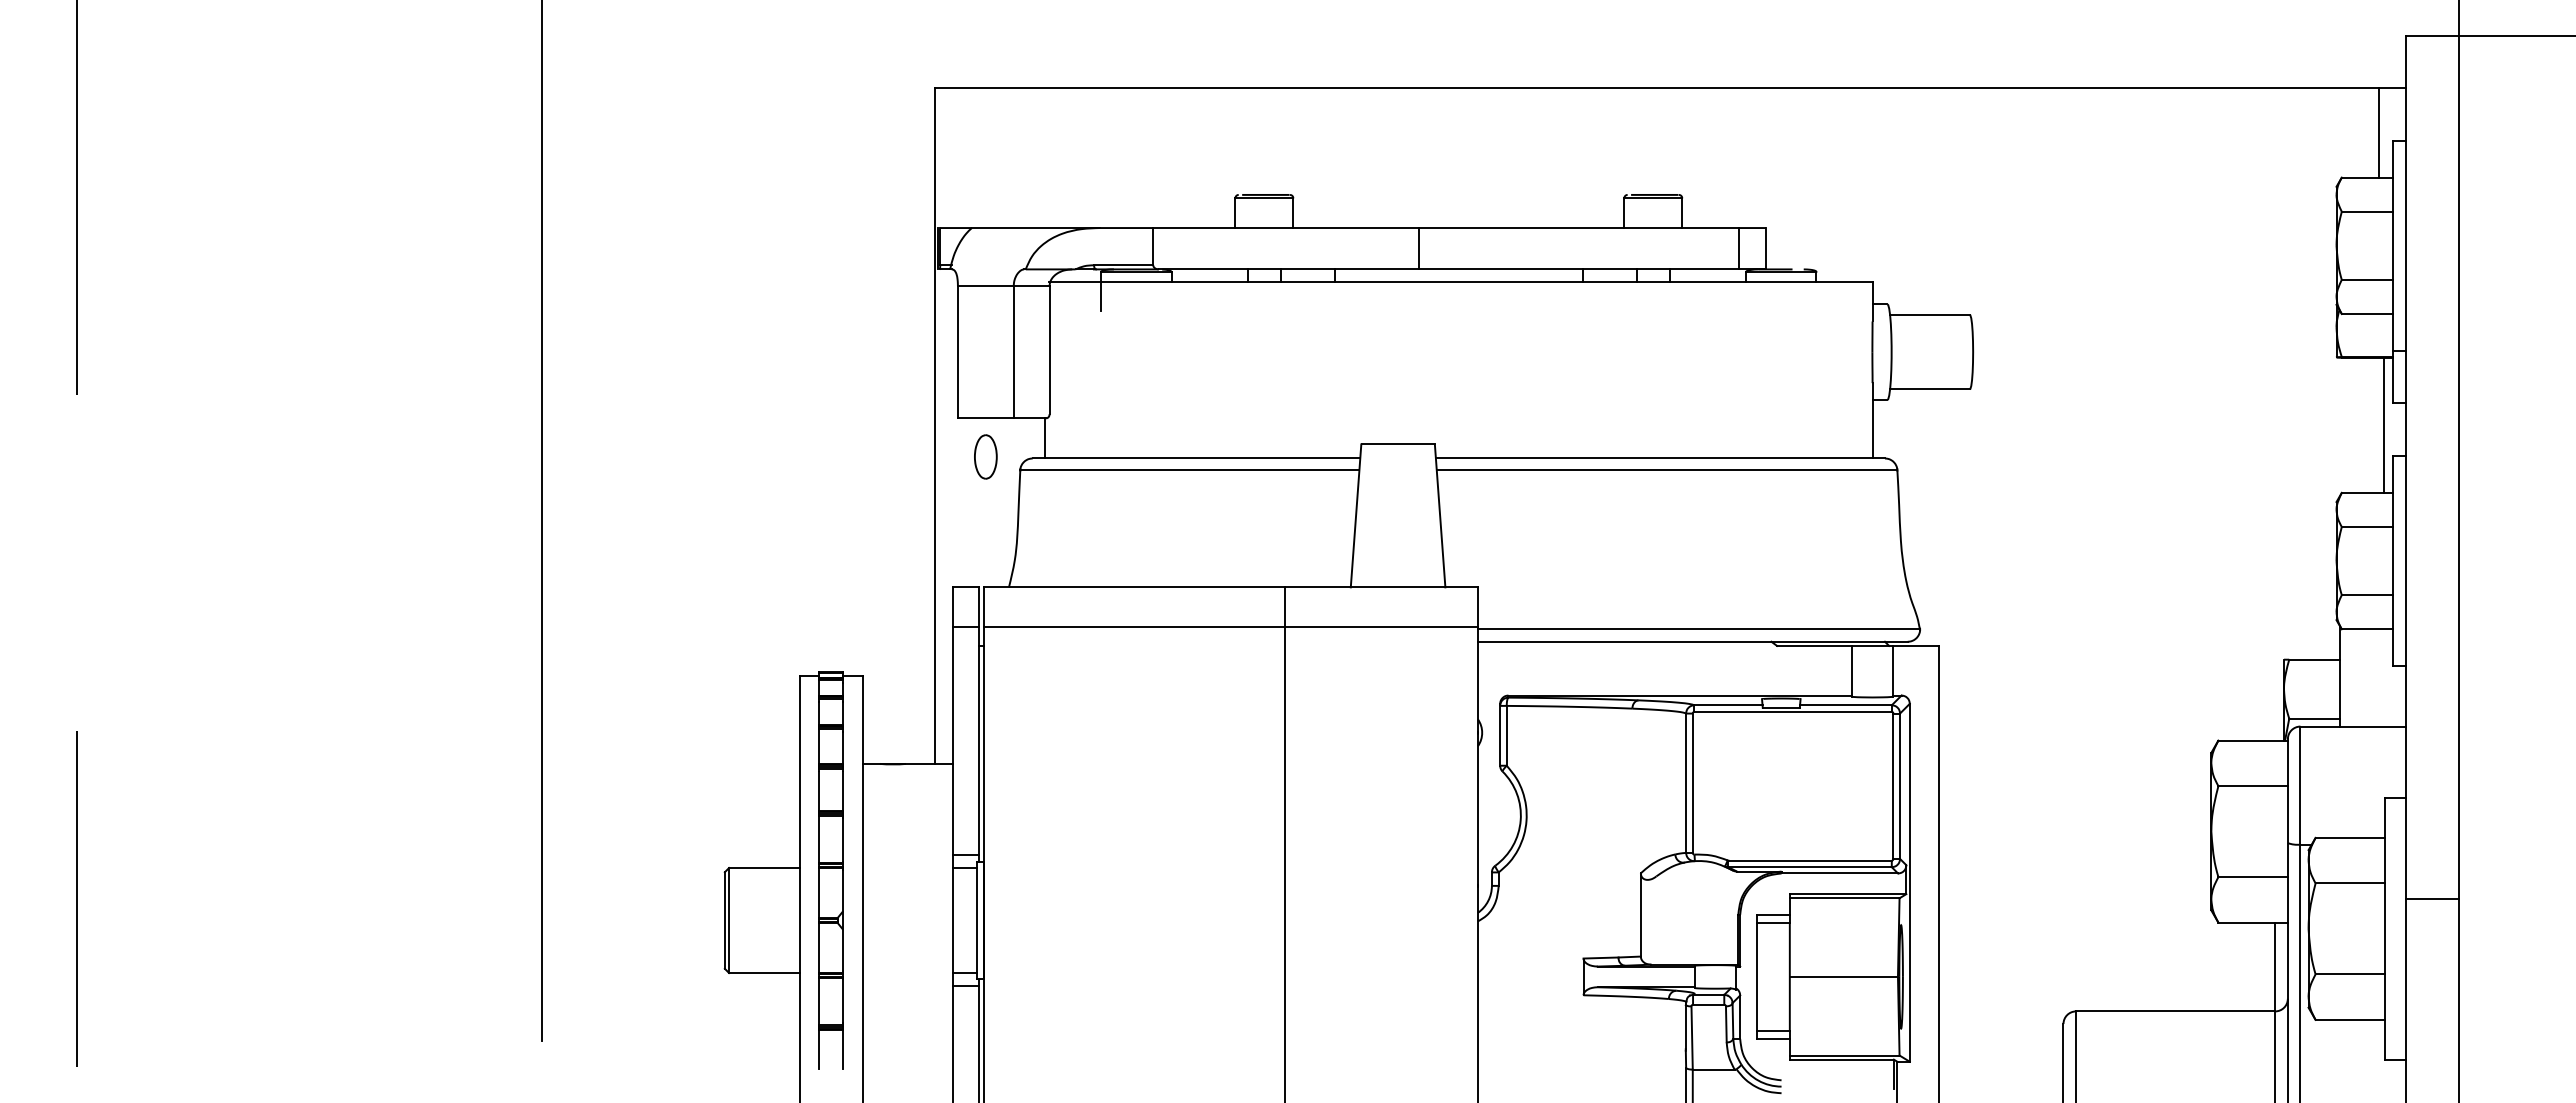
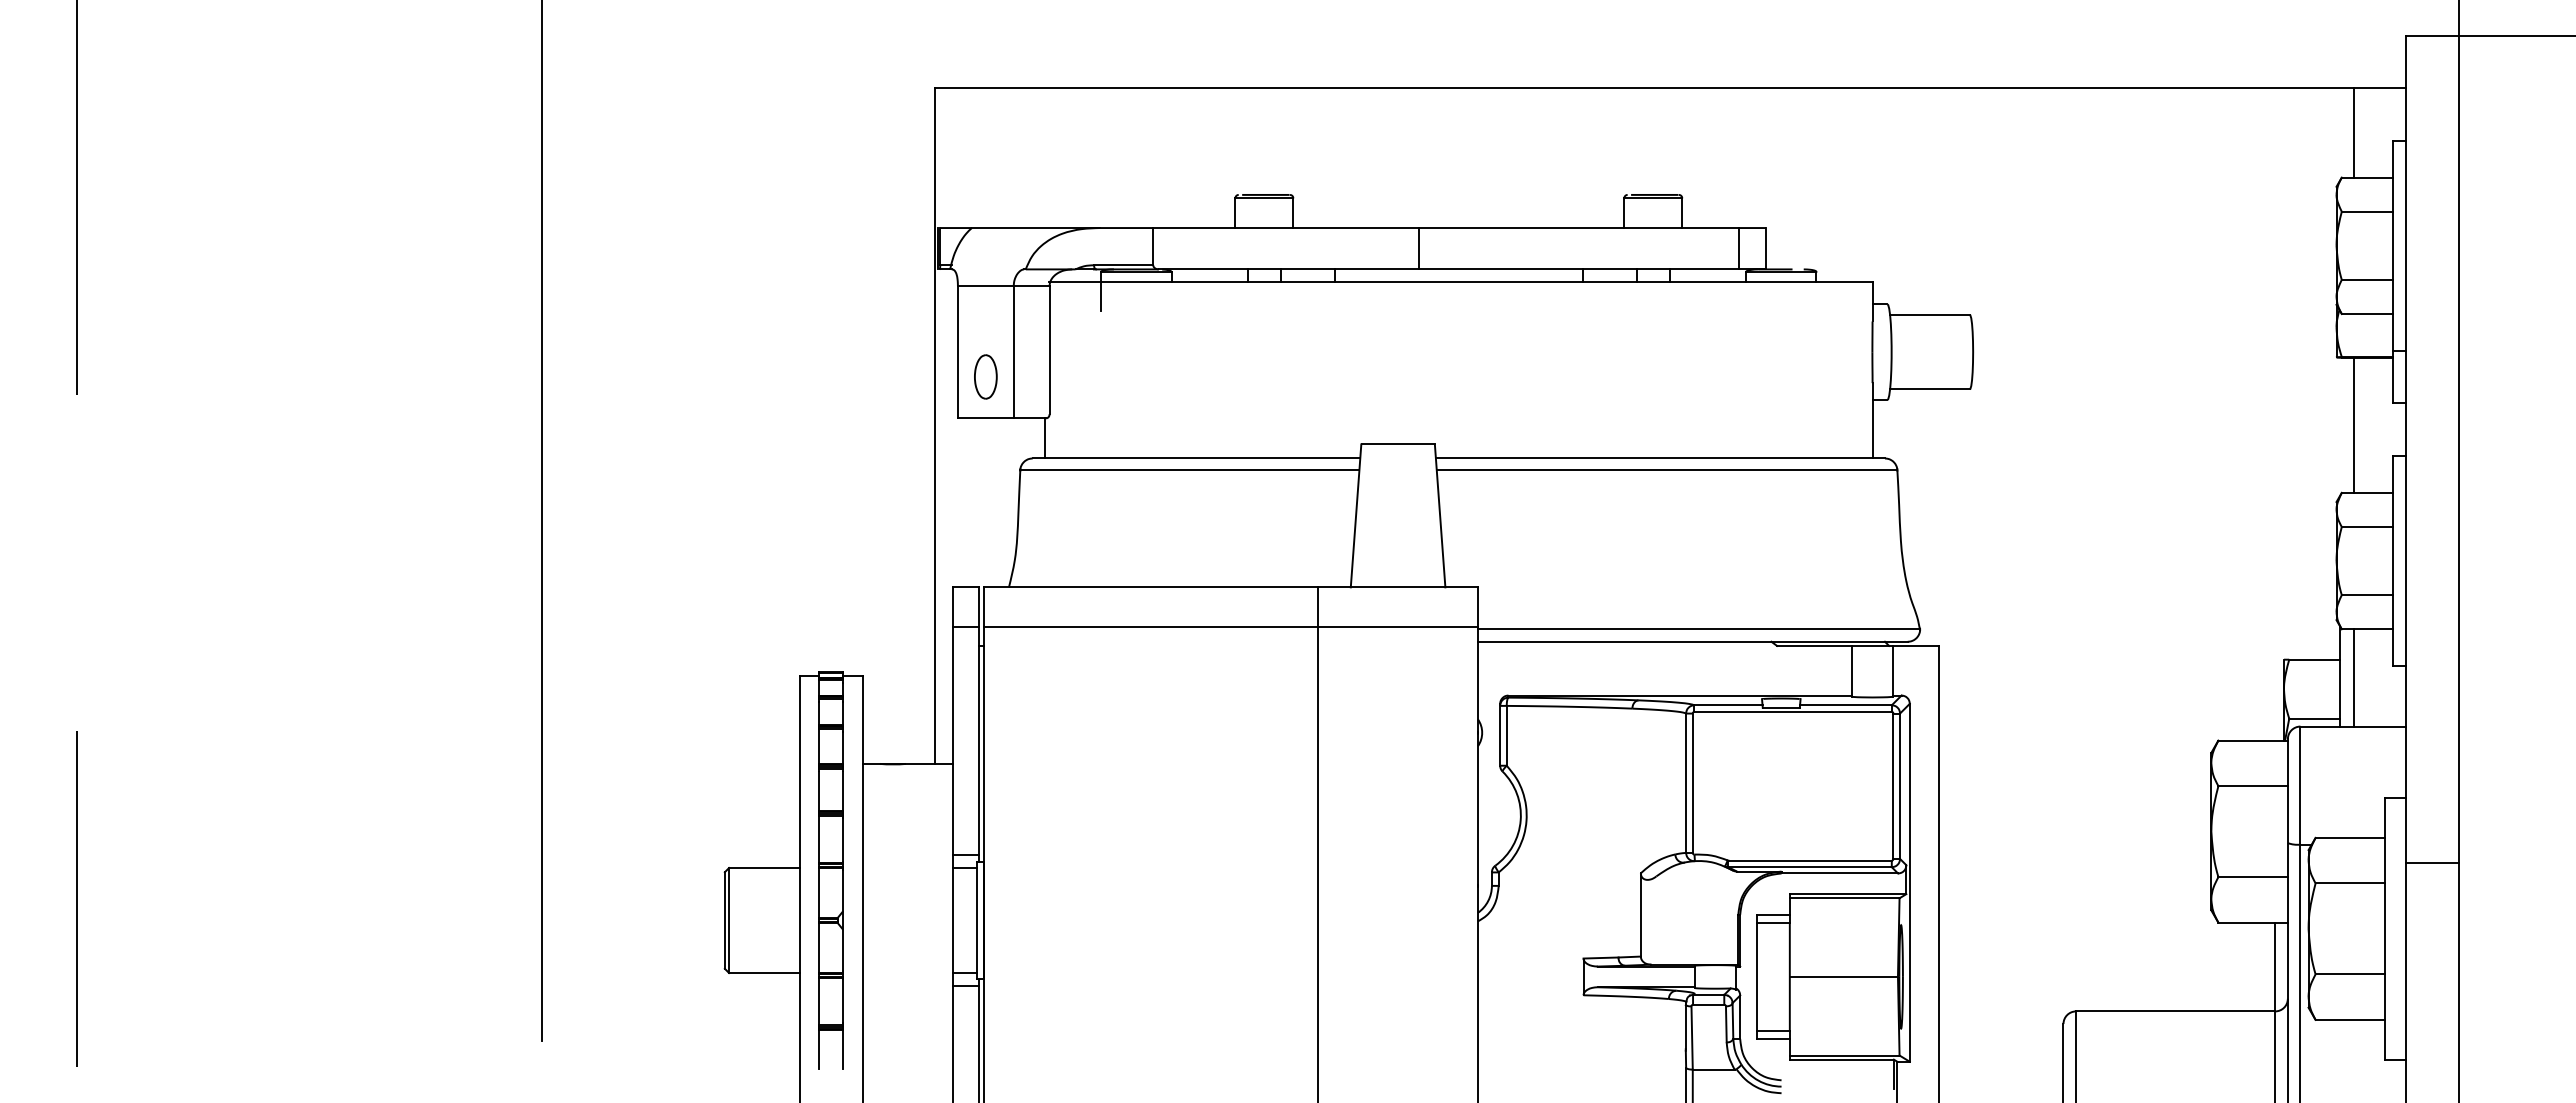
line at (2378, 132) position: (2378, 132) -> (2353, 132)
line at (2383, 424) position: (2383, 424) -> (2353, 424)
part at (985, 456) position: (985, 456) -> (985, 376)
line at (2353, 677): none -> present
line at (1285, 843) position: (1285, 843) -> (1318, 843)
line at (2432, 899) position: (2432, 899) -> (2432, 863)
